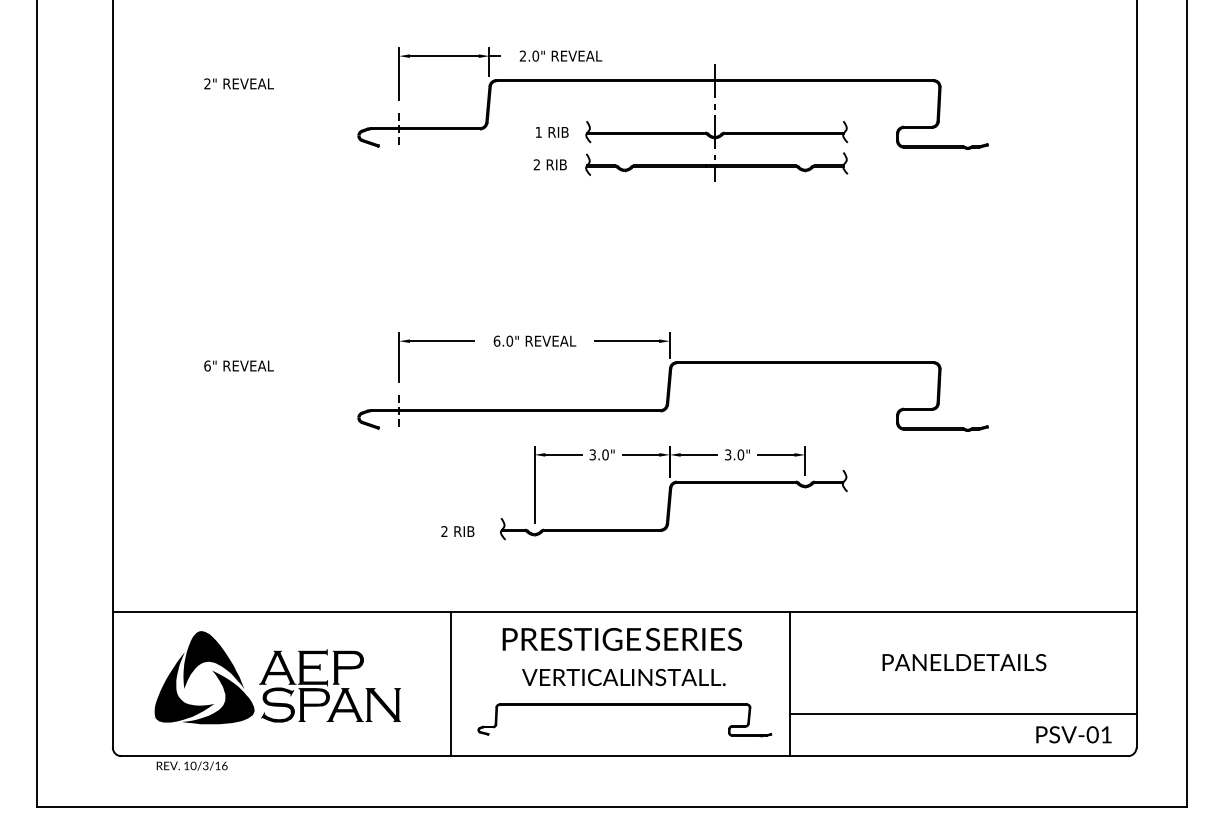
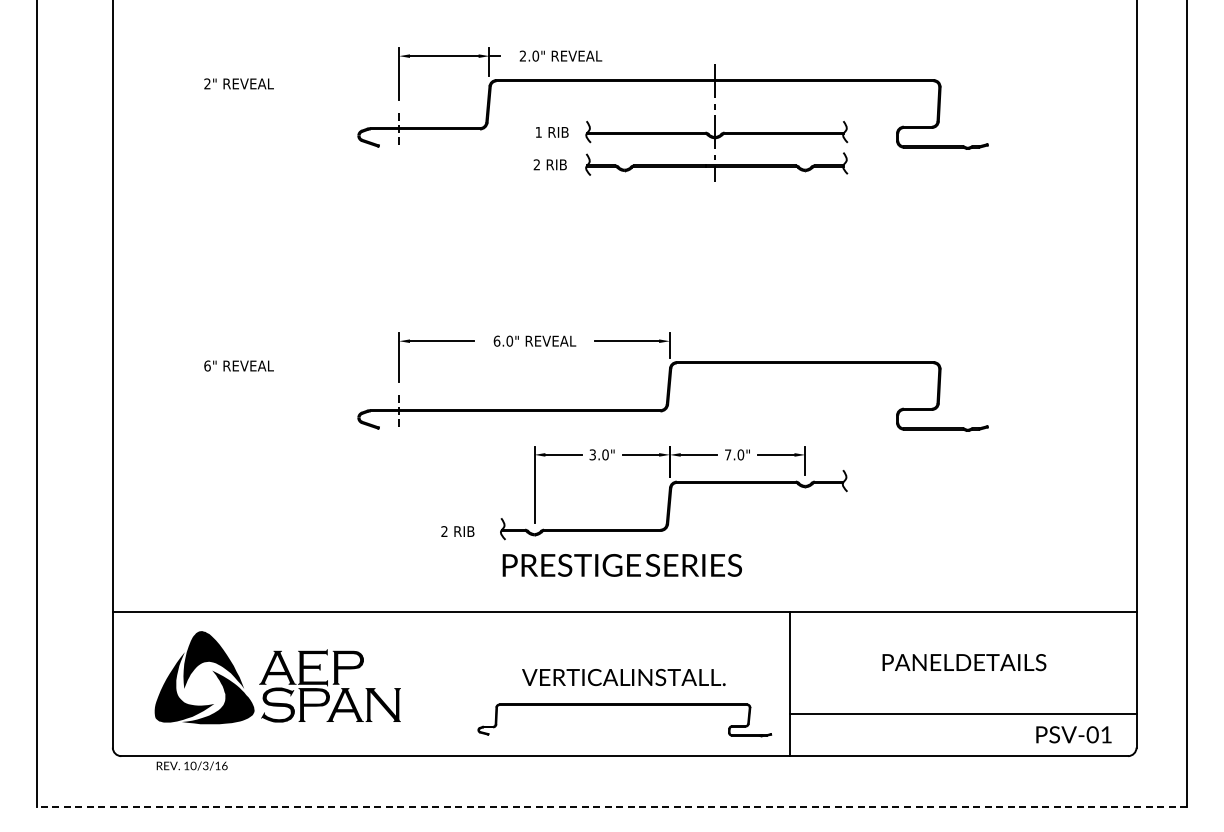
text at (728, 454): 3.0" -> 7.0"
text at (621, 639) position: (621, 639) -> (621, 565)
line at (451, 684): present -> none
line at (611, 806): solid -> dashed
